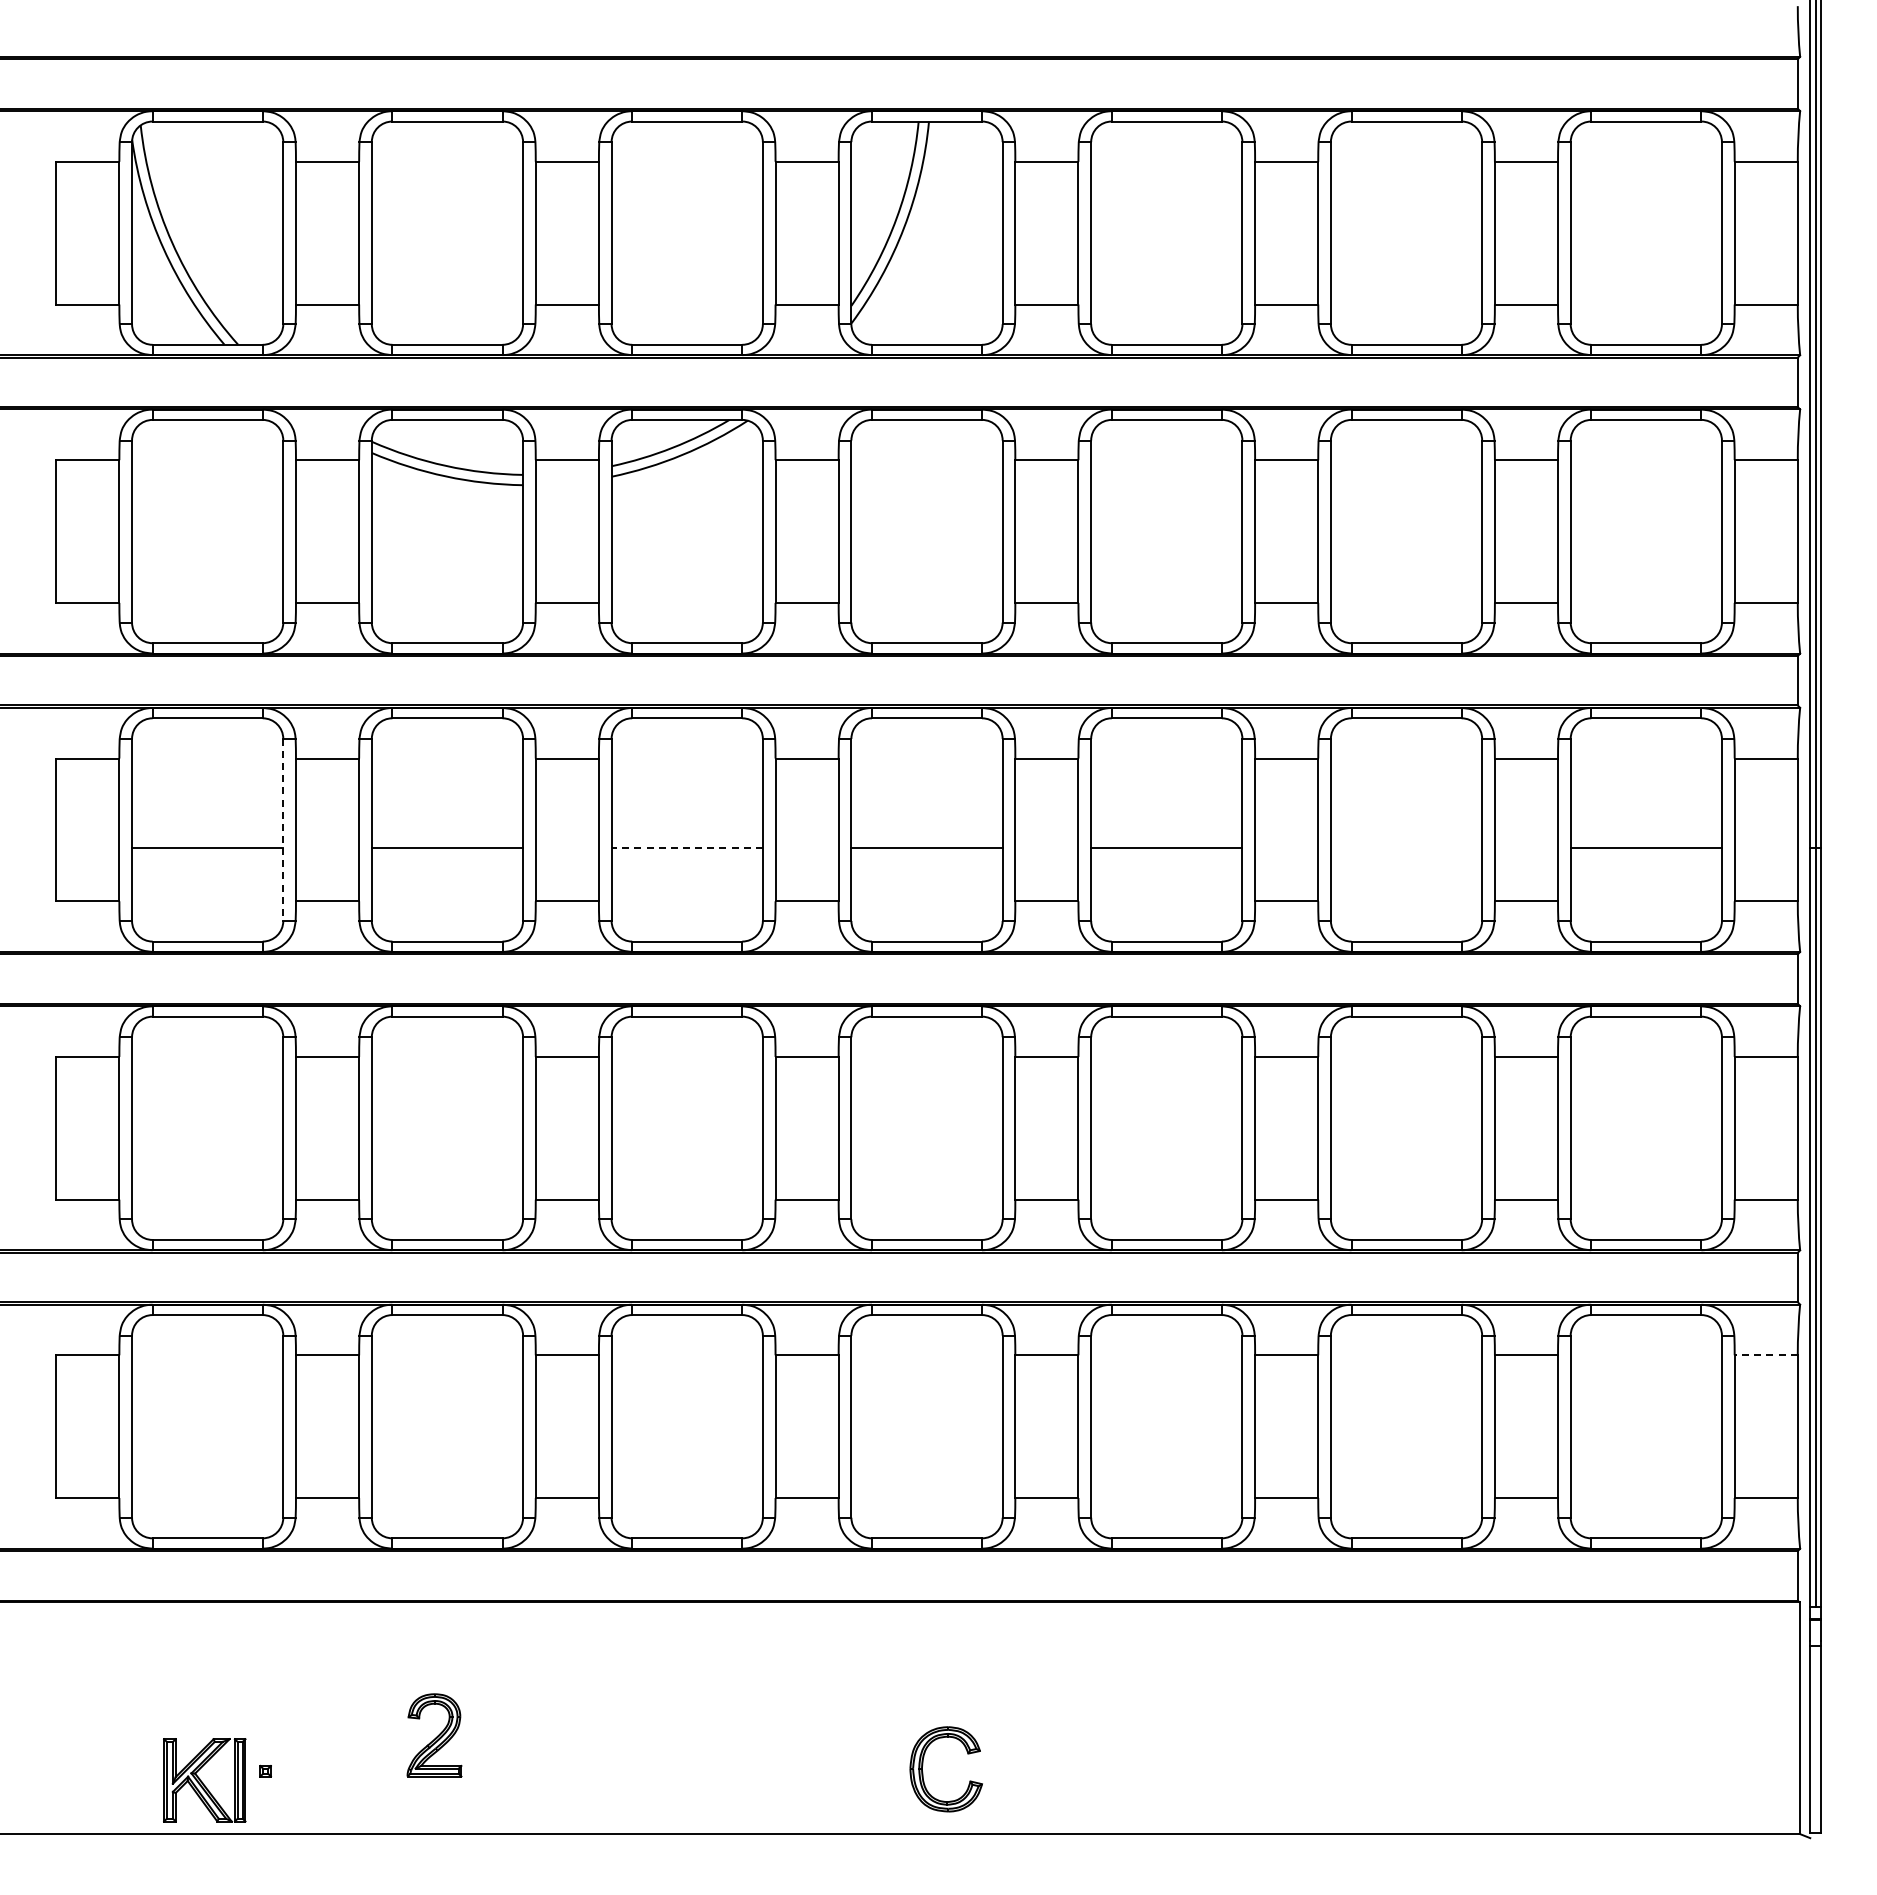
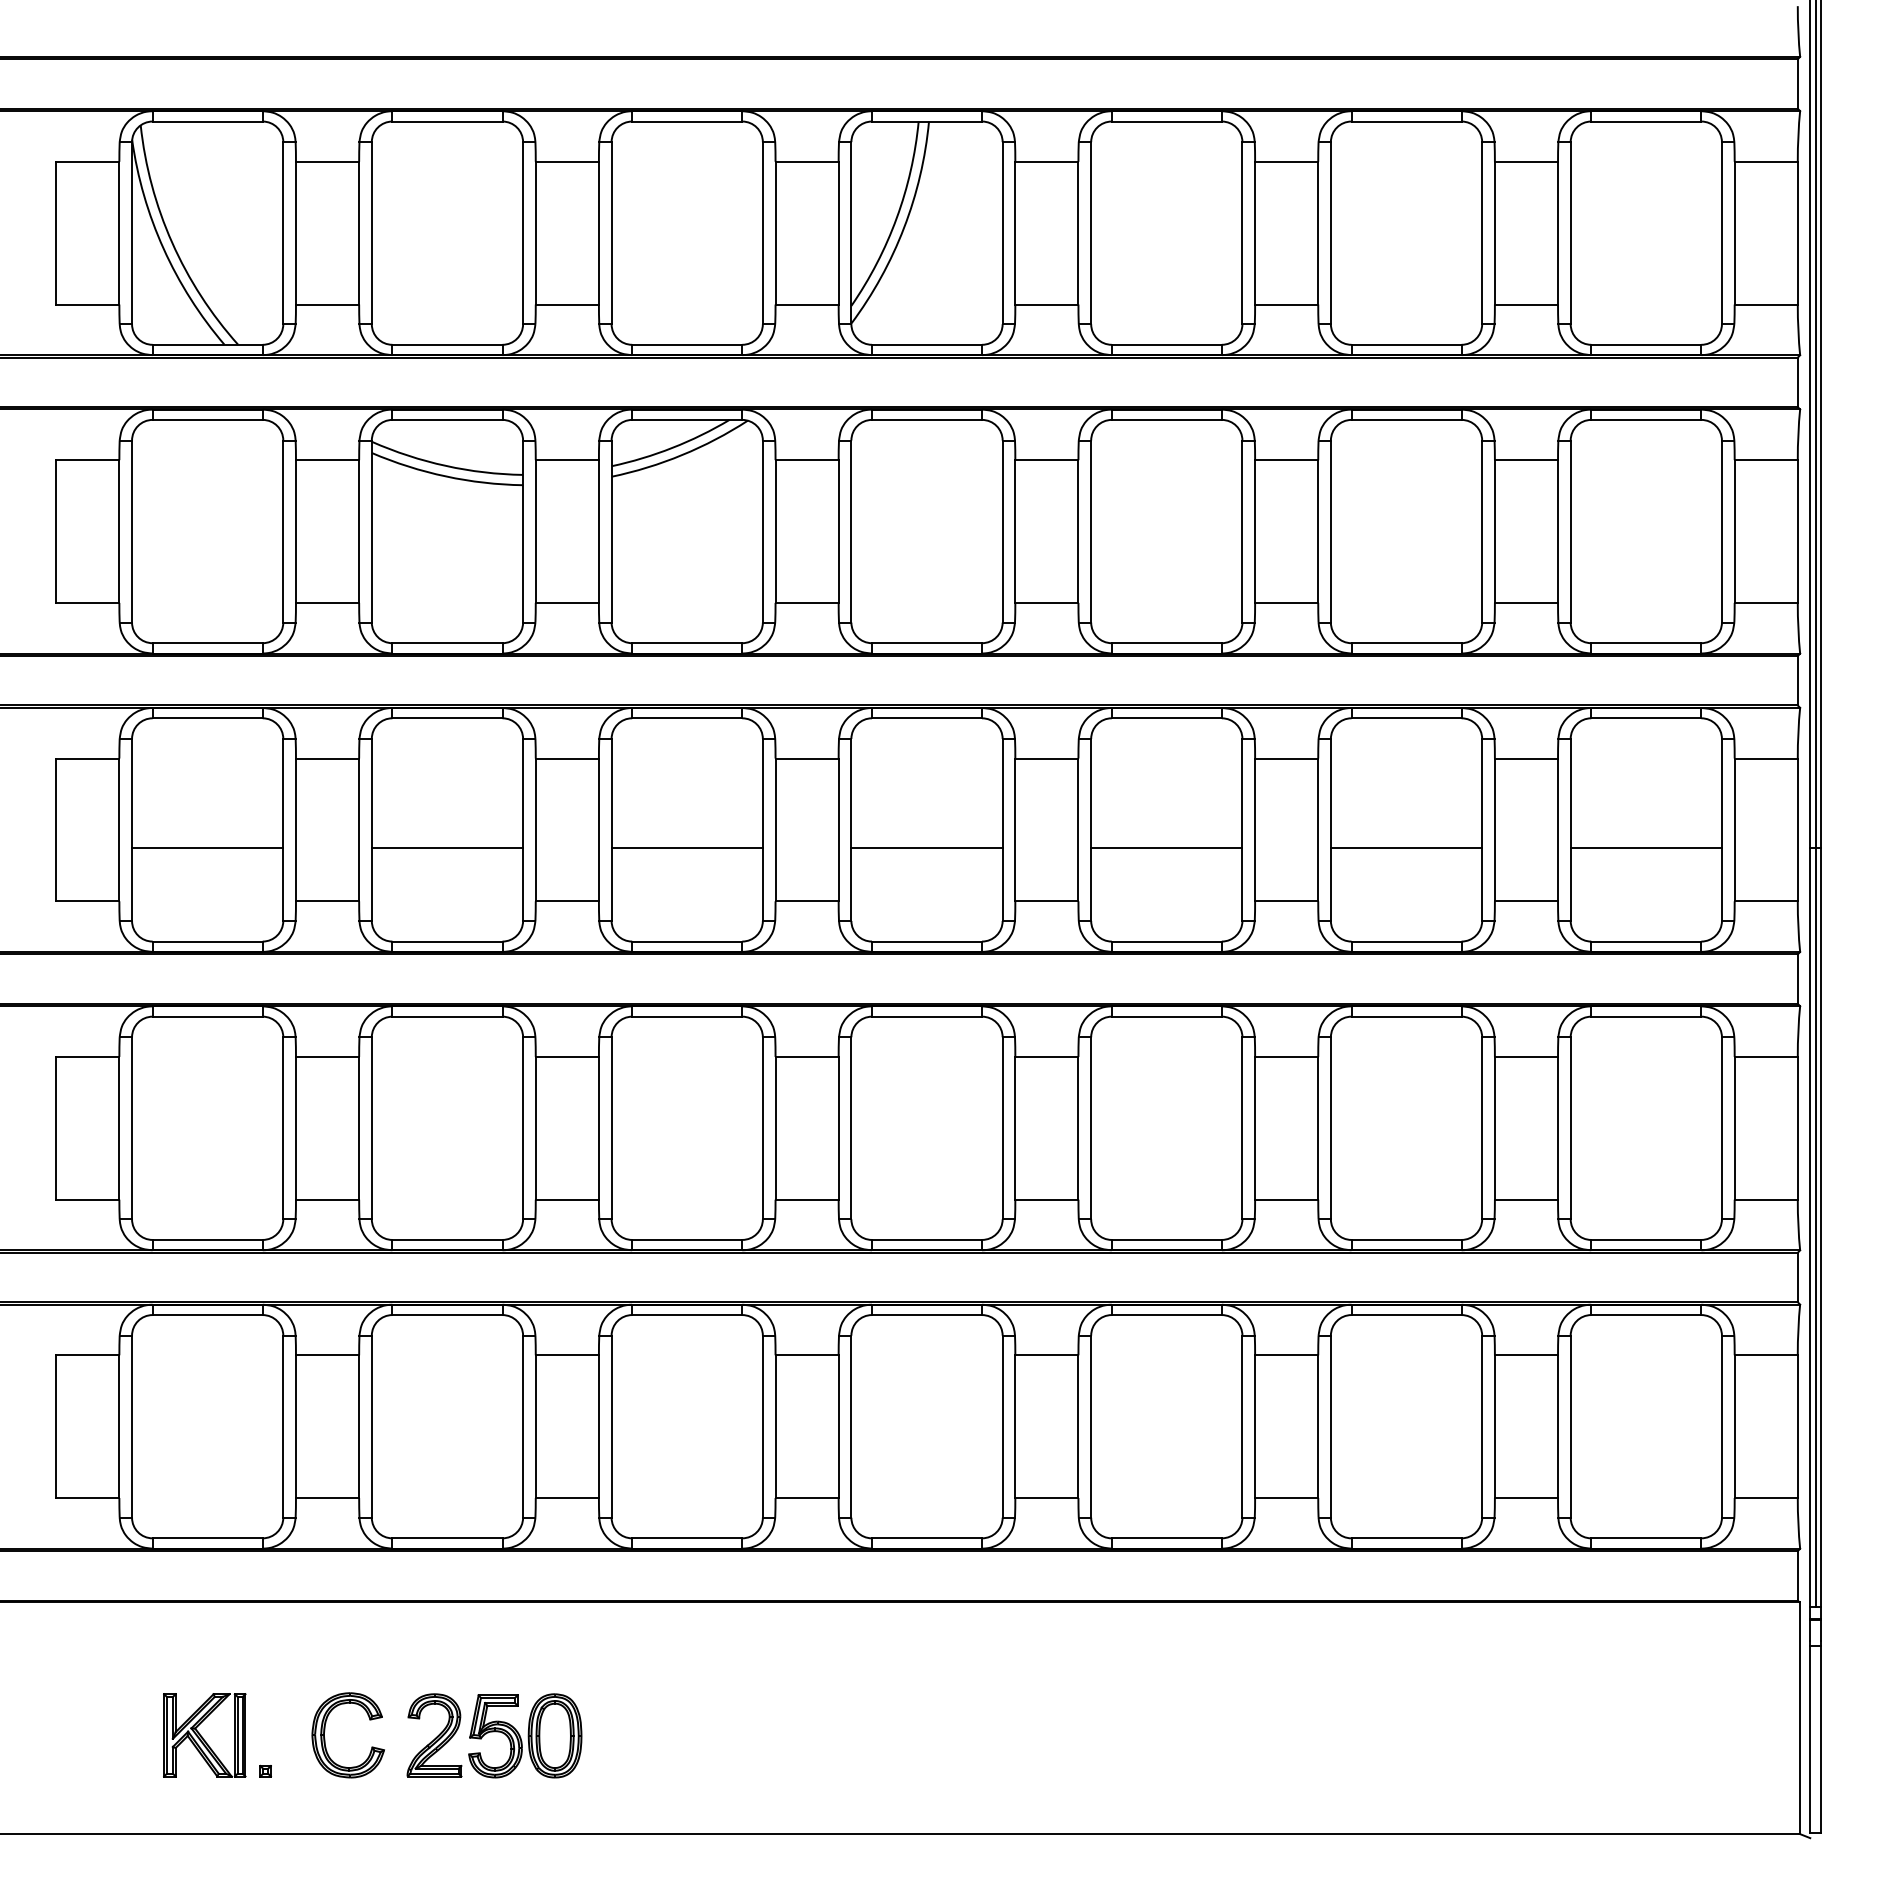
line at (283, 830): dashed -> solid
line at (687, 848): dashed -> solid
line at (1406, 848): none -> present
line at (1766, 1355): dashed -> solid
part at (525, 1735): none -> present
part at (923, 1772) position: (923, 1772) -> (325, 1738)
part at (204, 1780) position: (204, 1780) -> (204, 1735)
